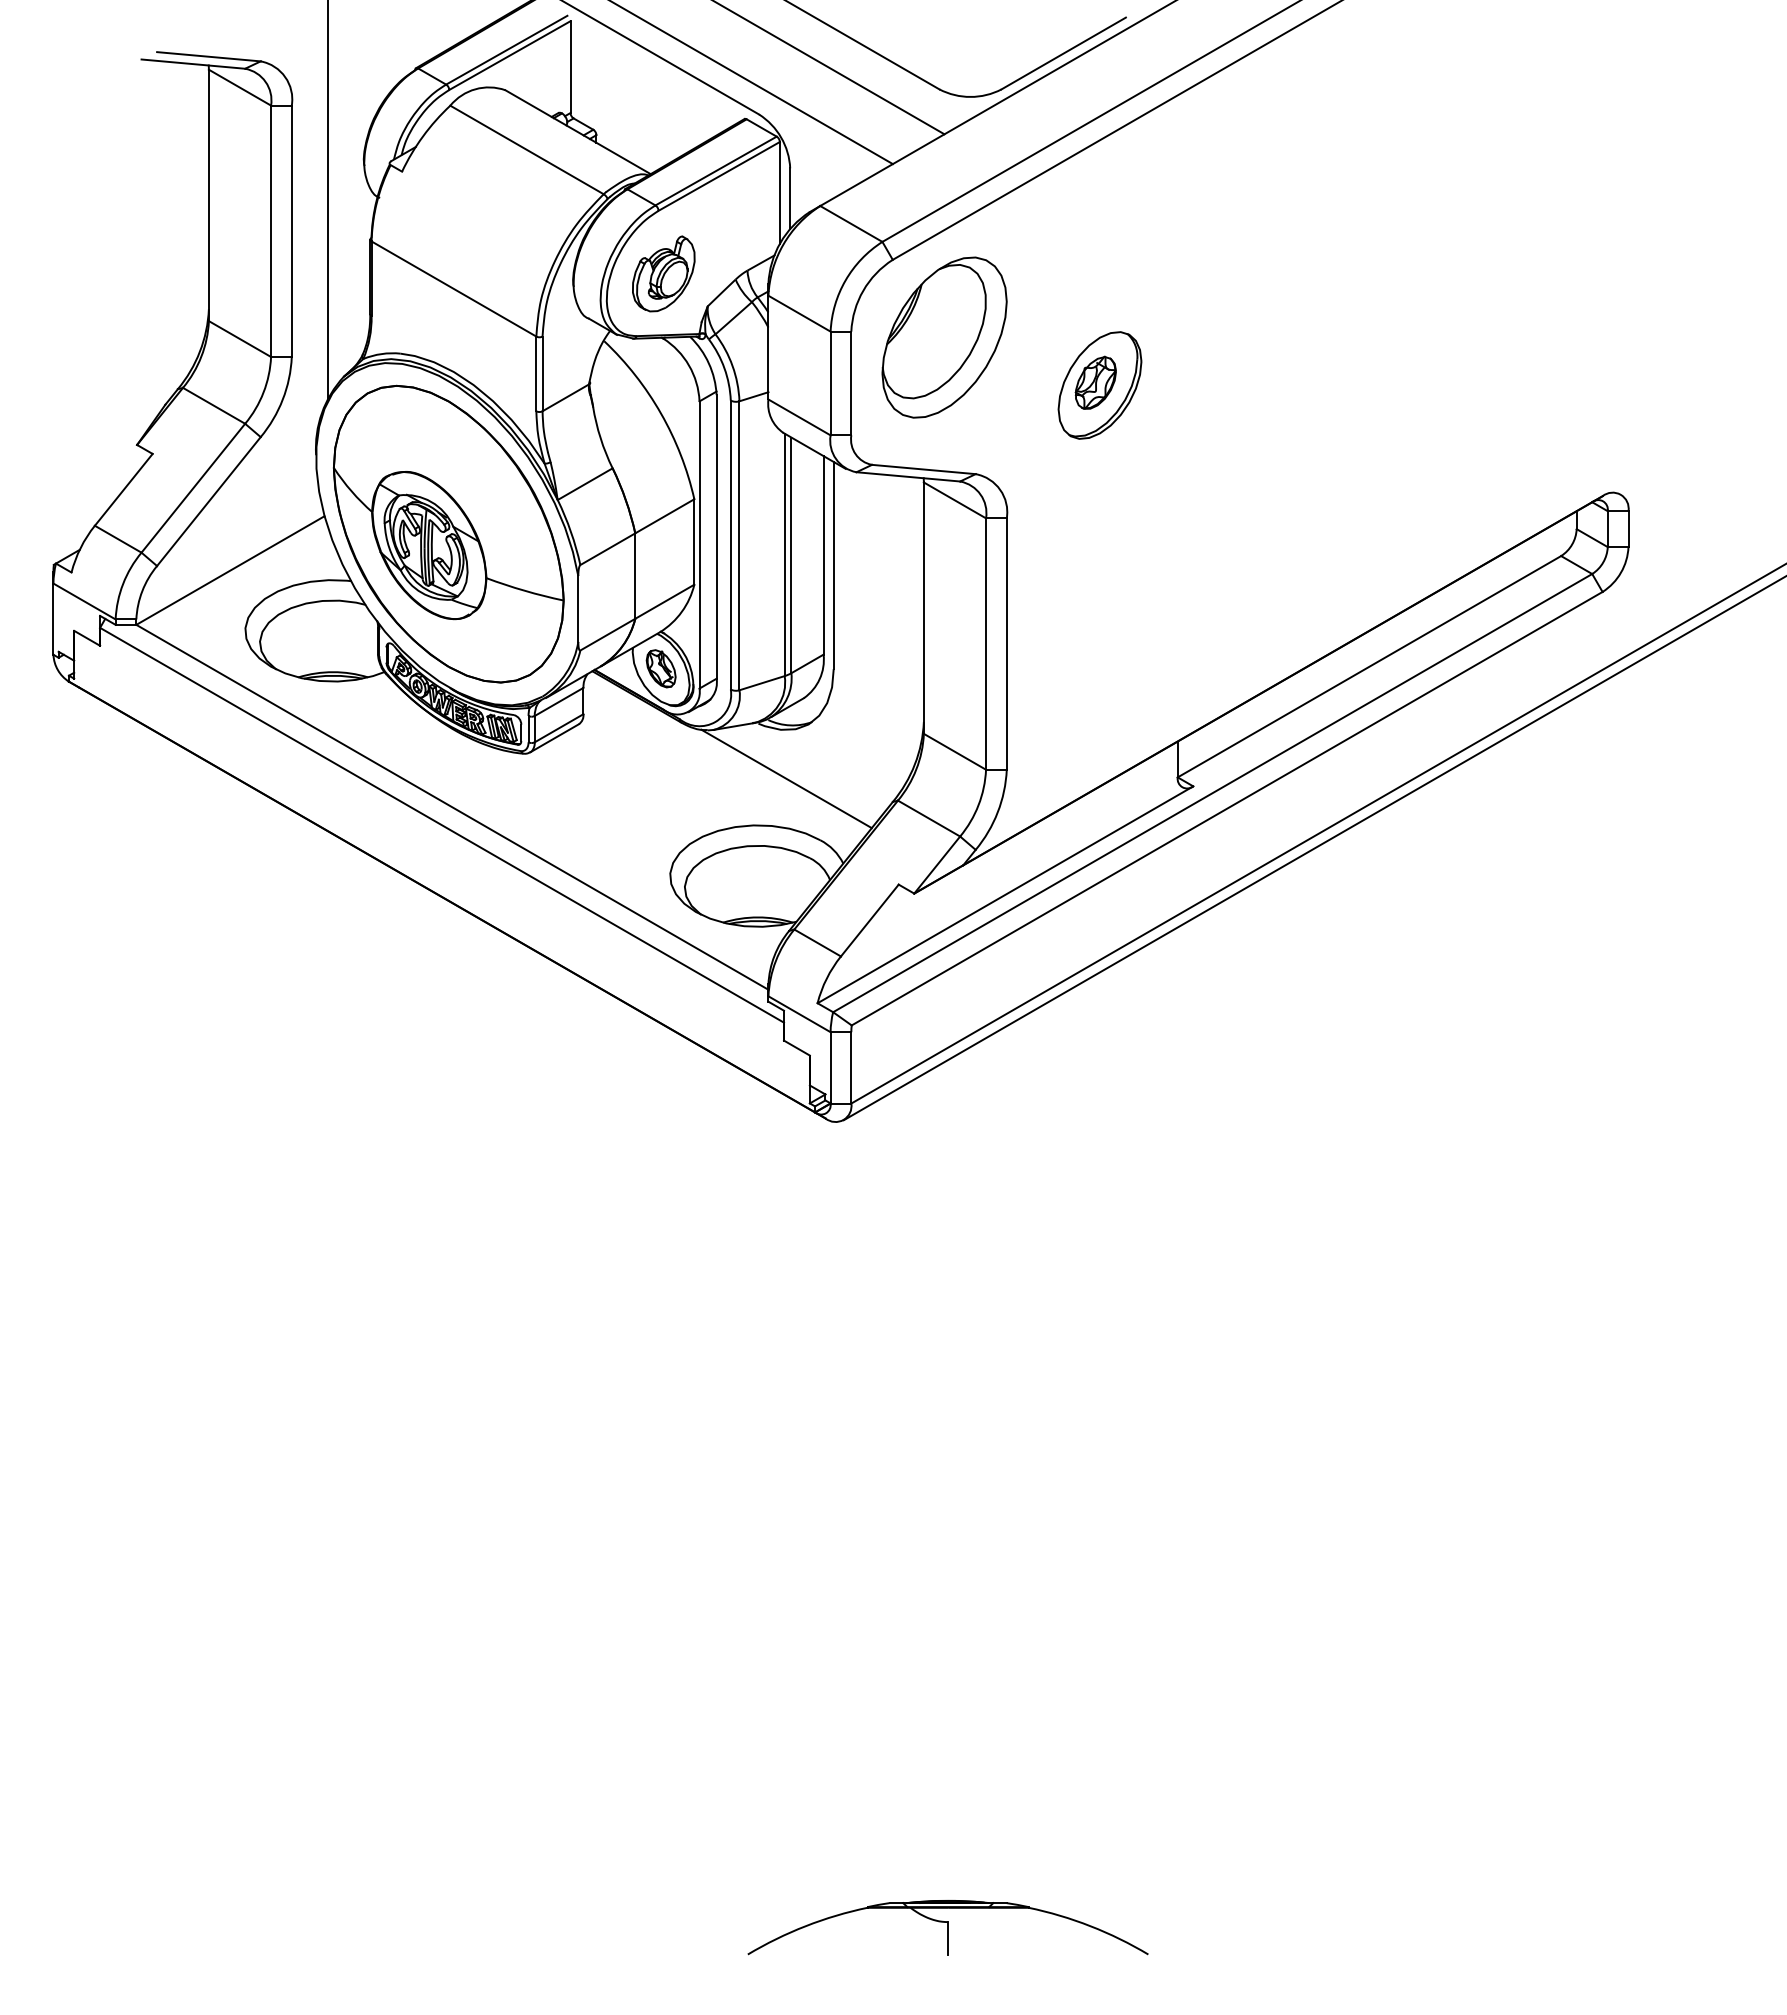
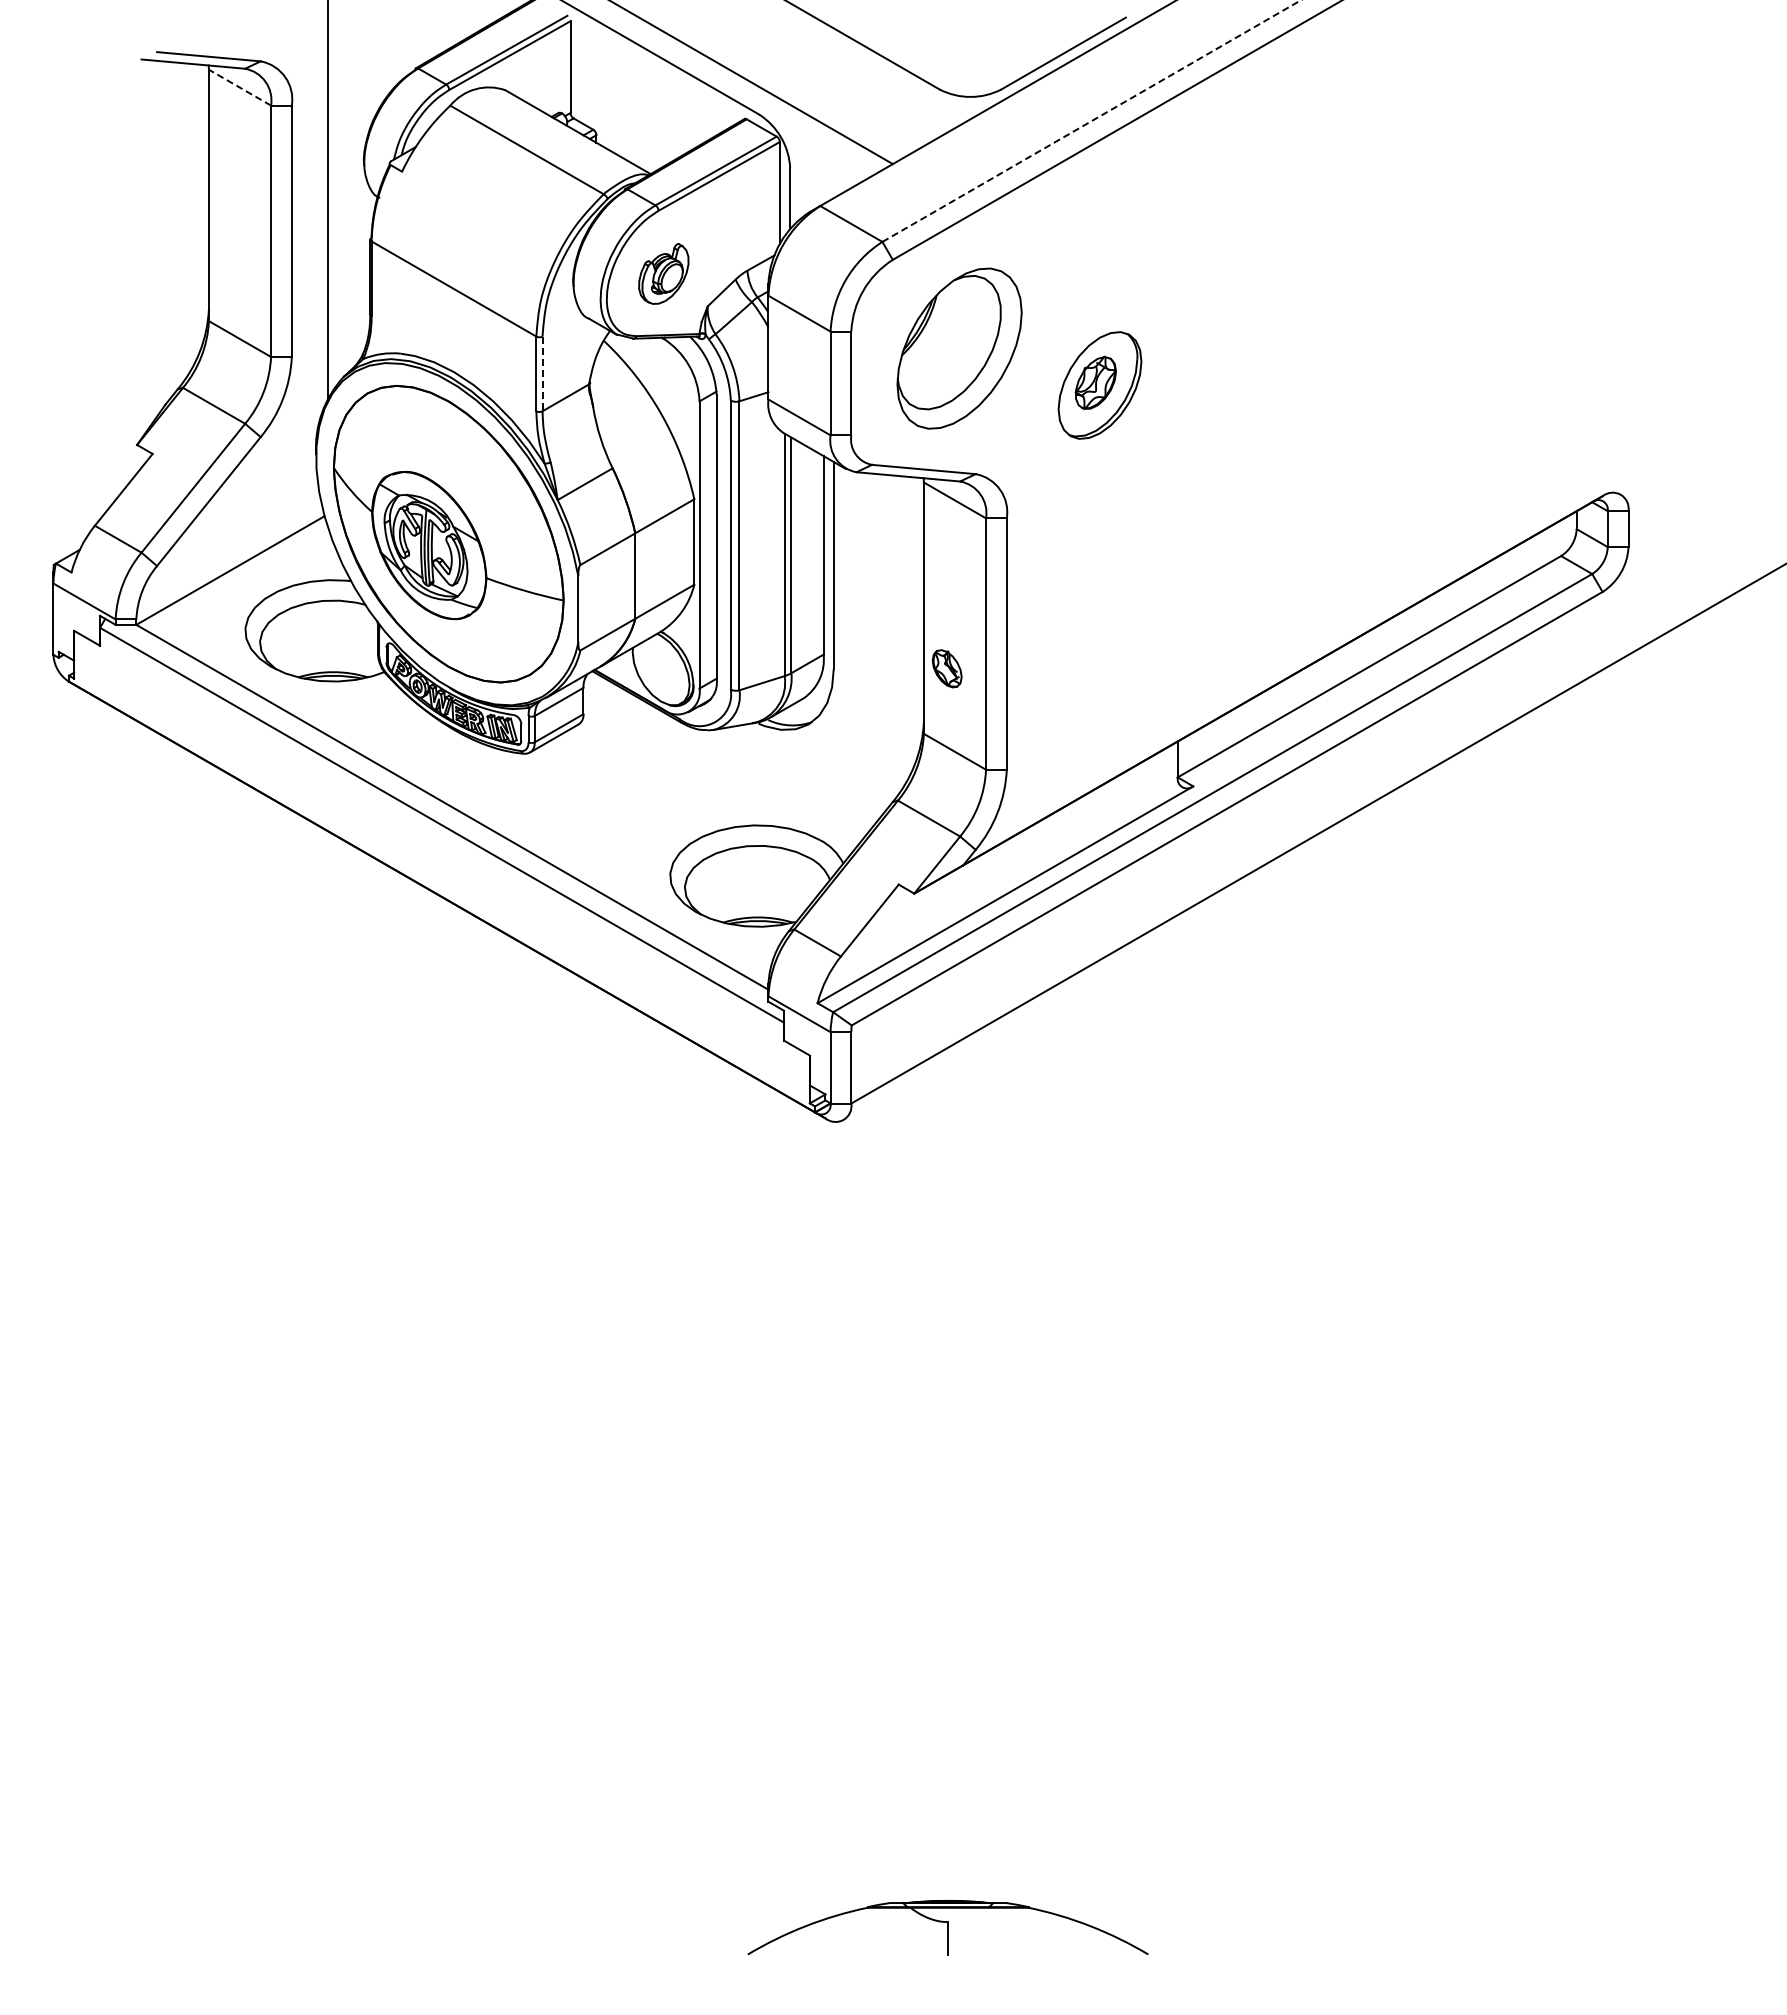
line at (829, 68): present -> none
line at (240, 87): solid -> dashed
line at (1091, 120): solid -> dashed
part at (663, 273) size: 64x78 px -> 52x62 px
part at (944, 337) position: (944, 337) -> (959, 348)
line at (542, 374): solid -> dashed
part at (660, 668) position: (660, 668) -> (946, 668)
line at (786, 778): present -> none
line at (1313, 848): present -> none
